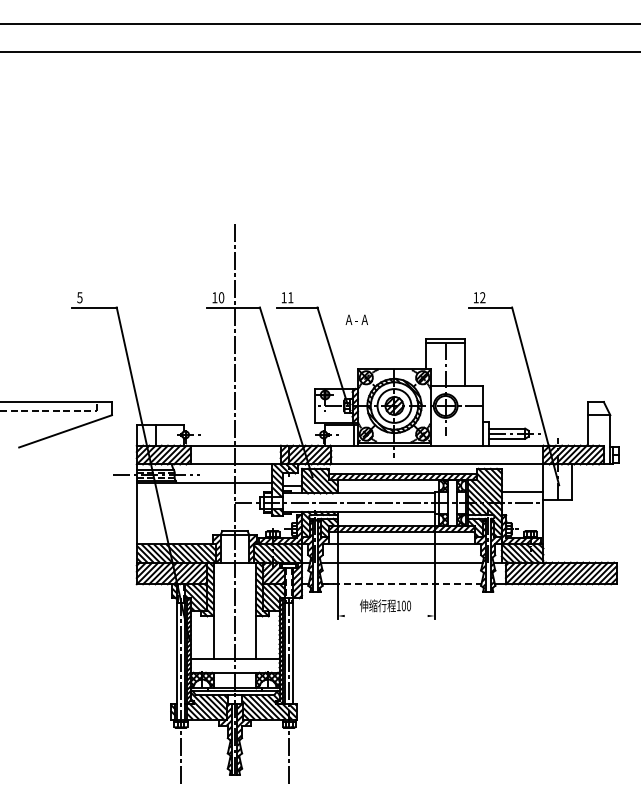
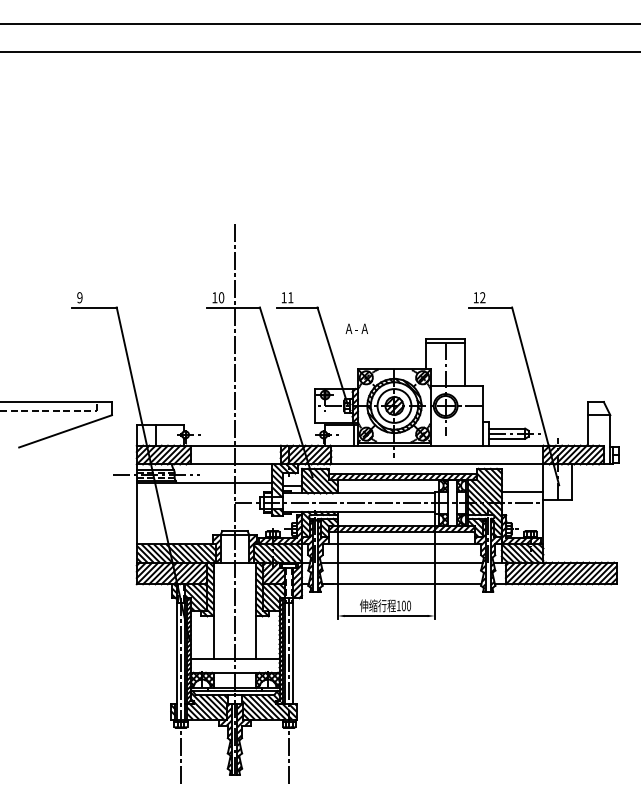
text at (79, 297): 5 -> 9
text at (356, 319) position: (356, 319) -> (356, 328)
line at (401, 584): dashed -> solid
line at (385, 616): none -> present
